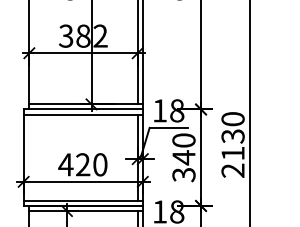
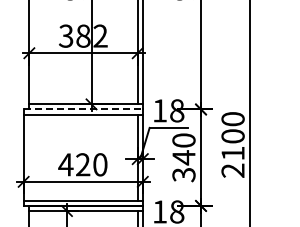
line at (83, 109): solid -> dashed
text at (232, 136): 2130 -> 2100
